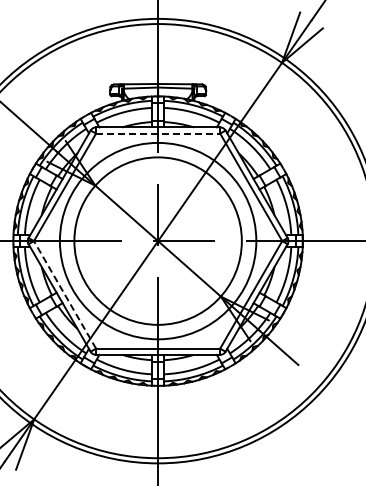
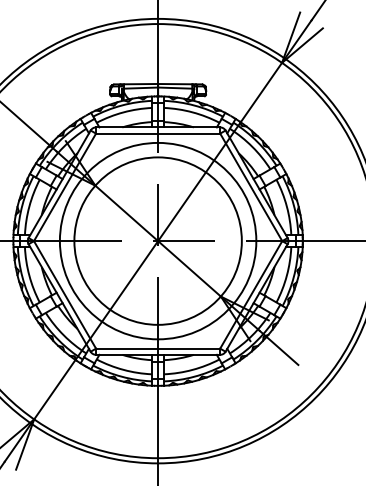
line at (158, 133): dashed -> solid
line at (64, 294): dashed -> solid
